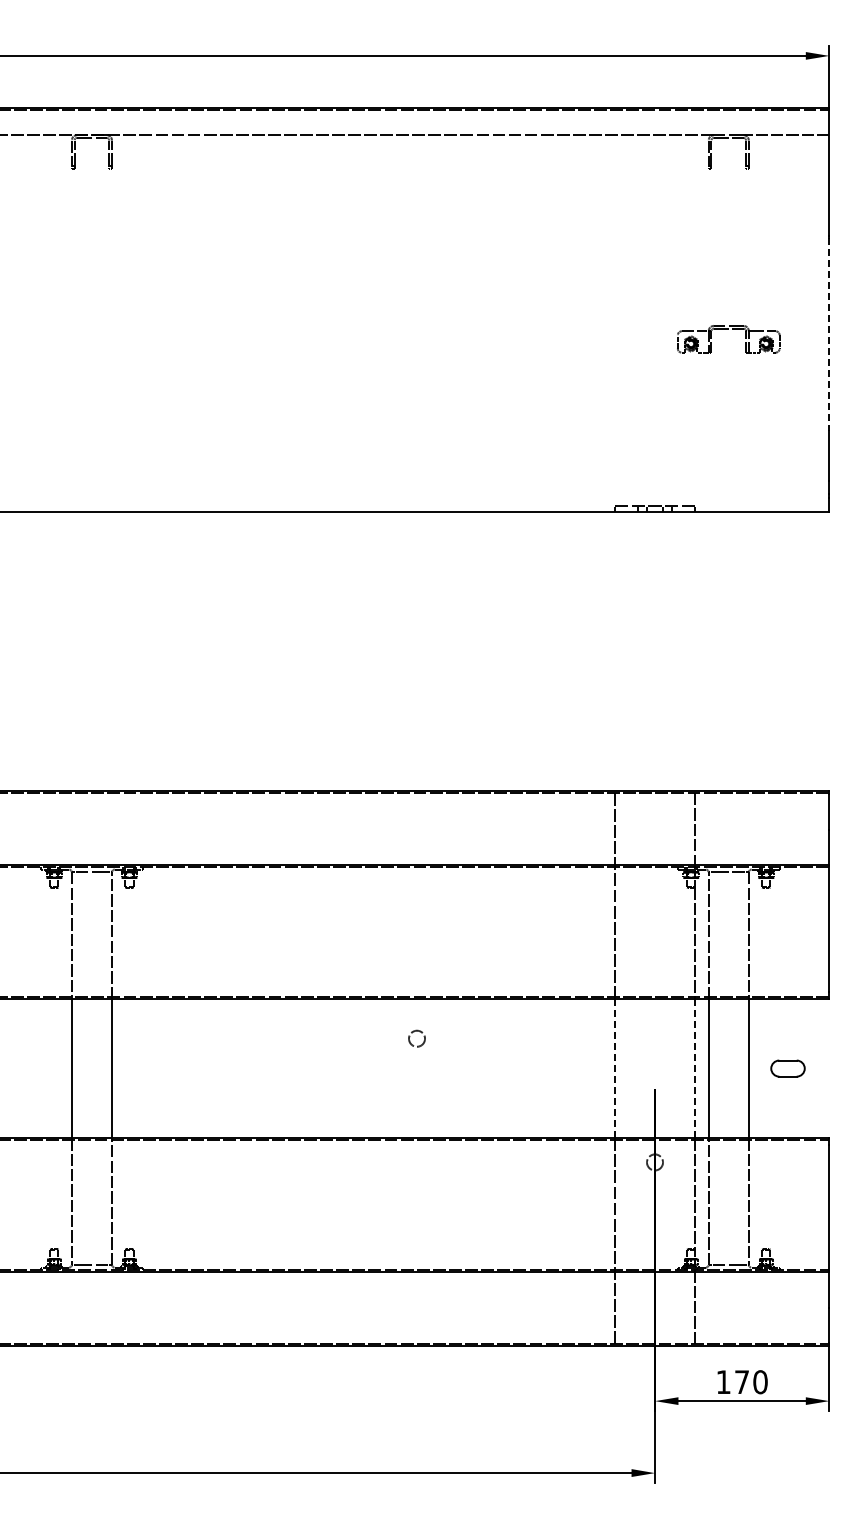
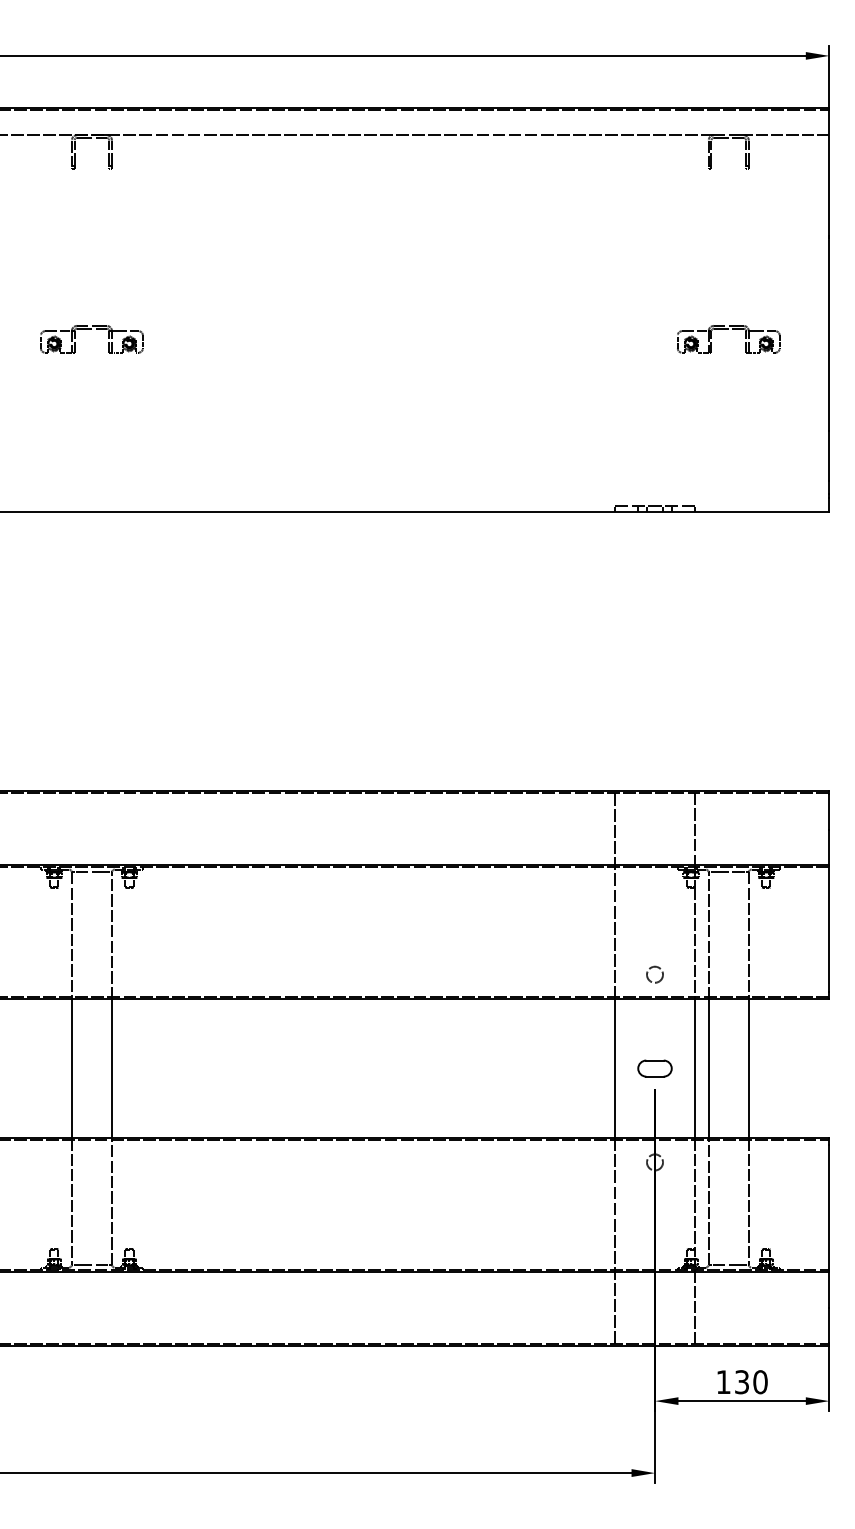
part at (91, 329): none -> present
line at (829, 335): dashed -> solid
circle at (416, 1038) position: (416, 1038) -> (654, 974)
line at (614, 1068): dashed -> solid
line at (695, 1068): dashed -> solid
part at (787, 1068) position: (787, 1068) -> (654, 1068)
text at (741, 1382): 170 -> 130
